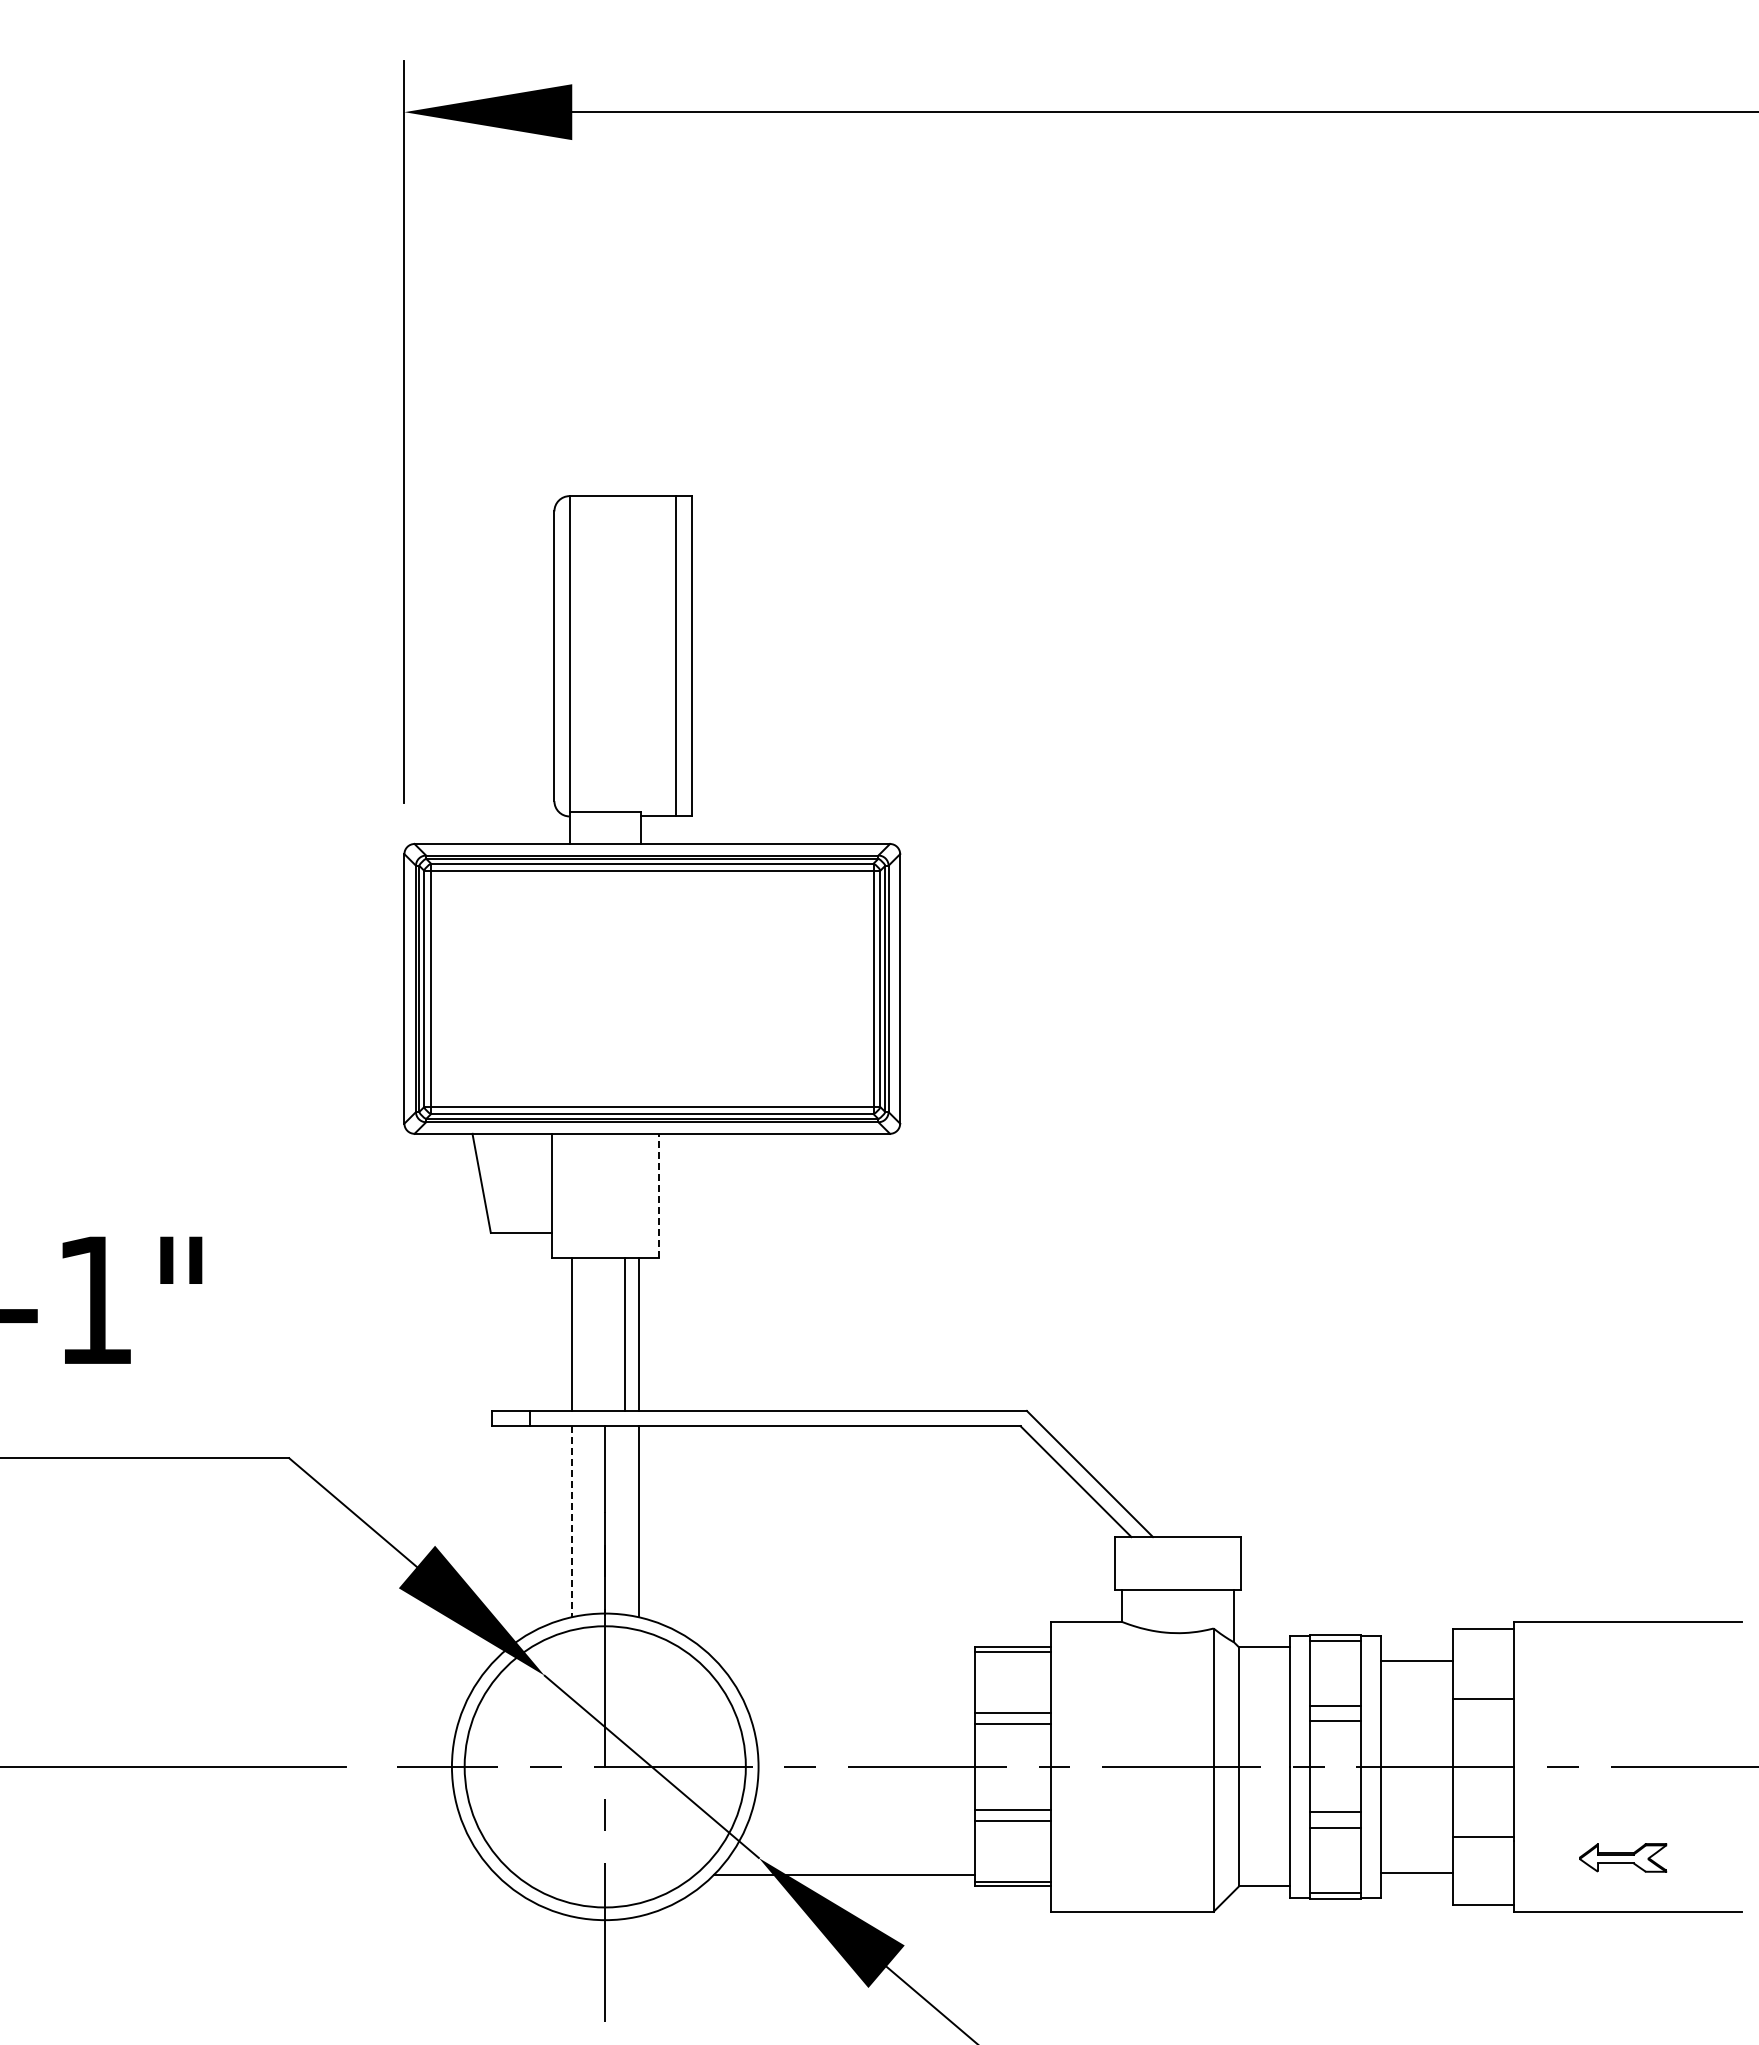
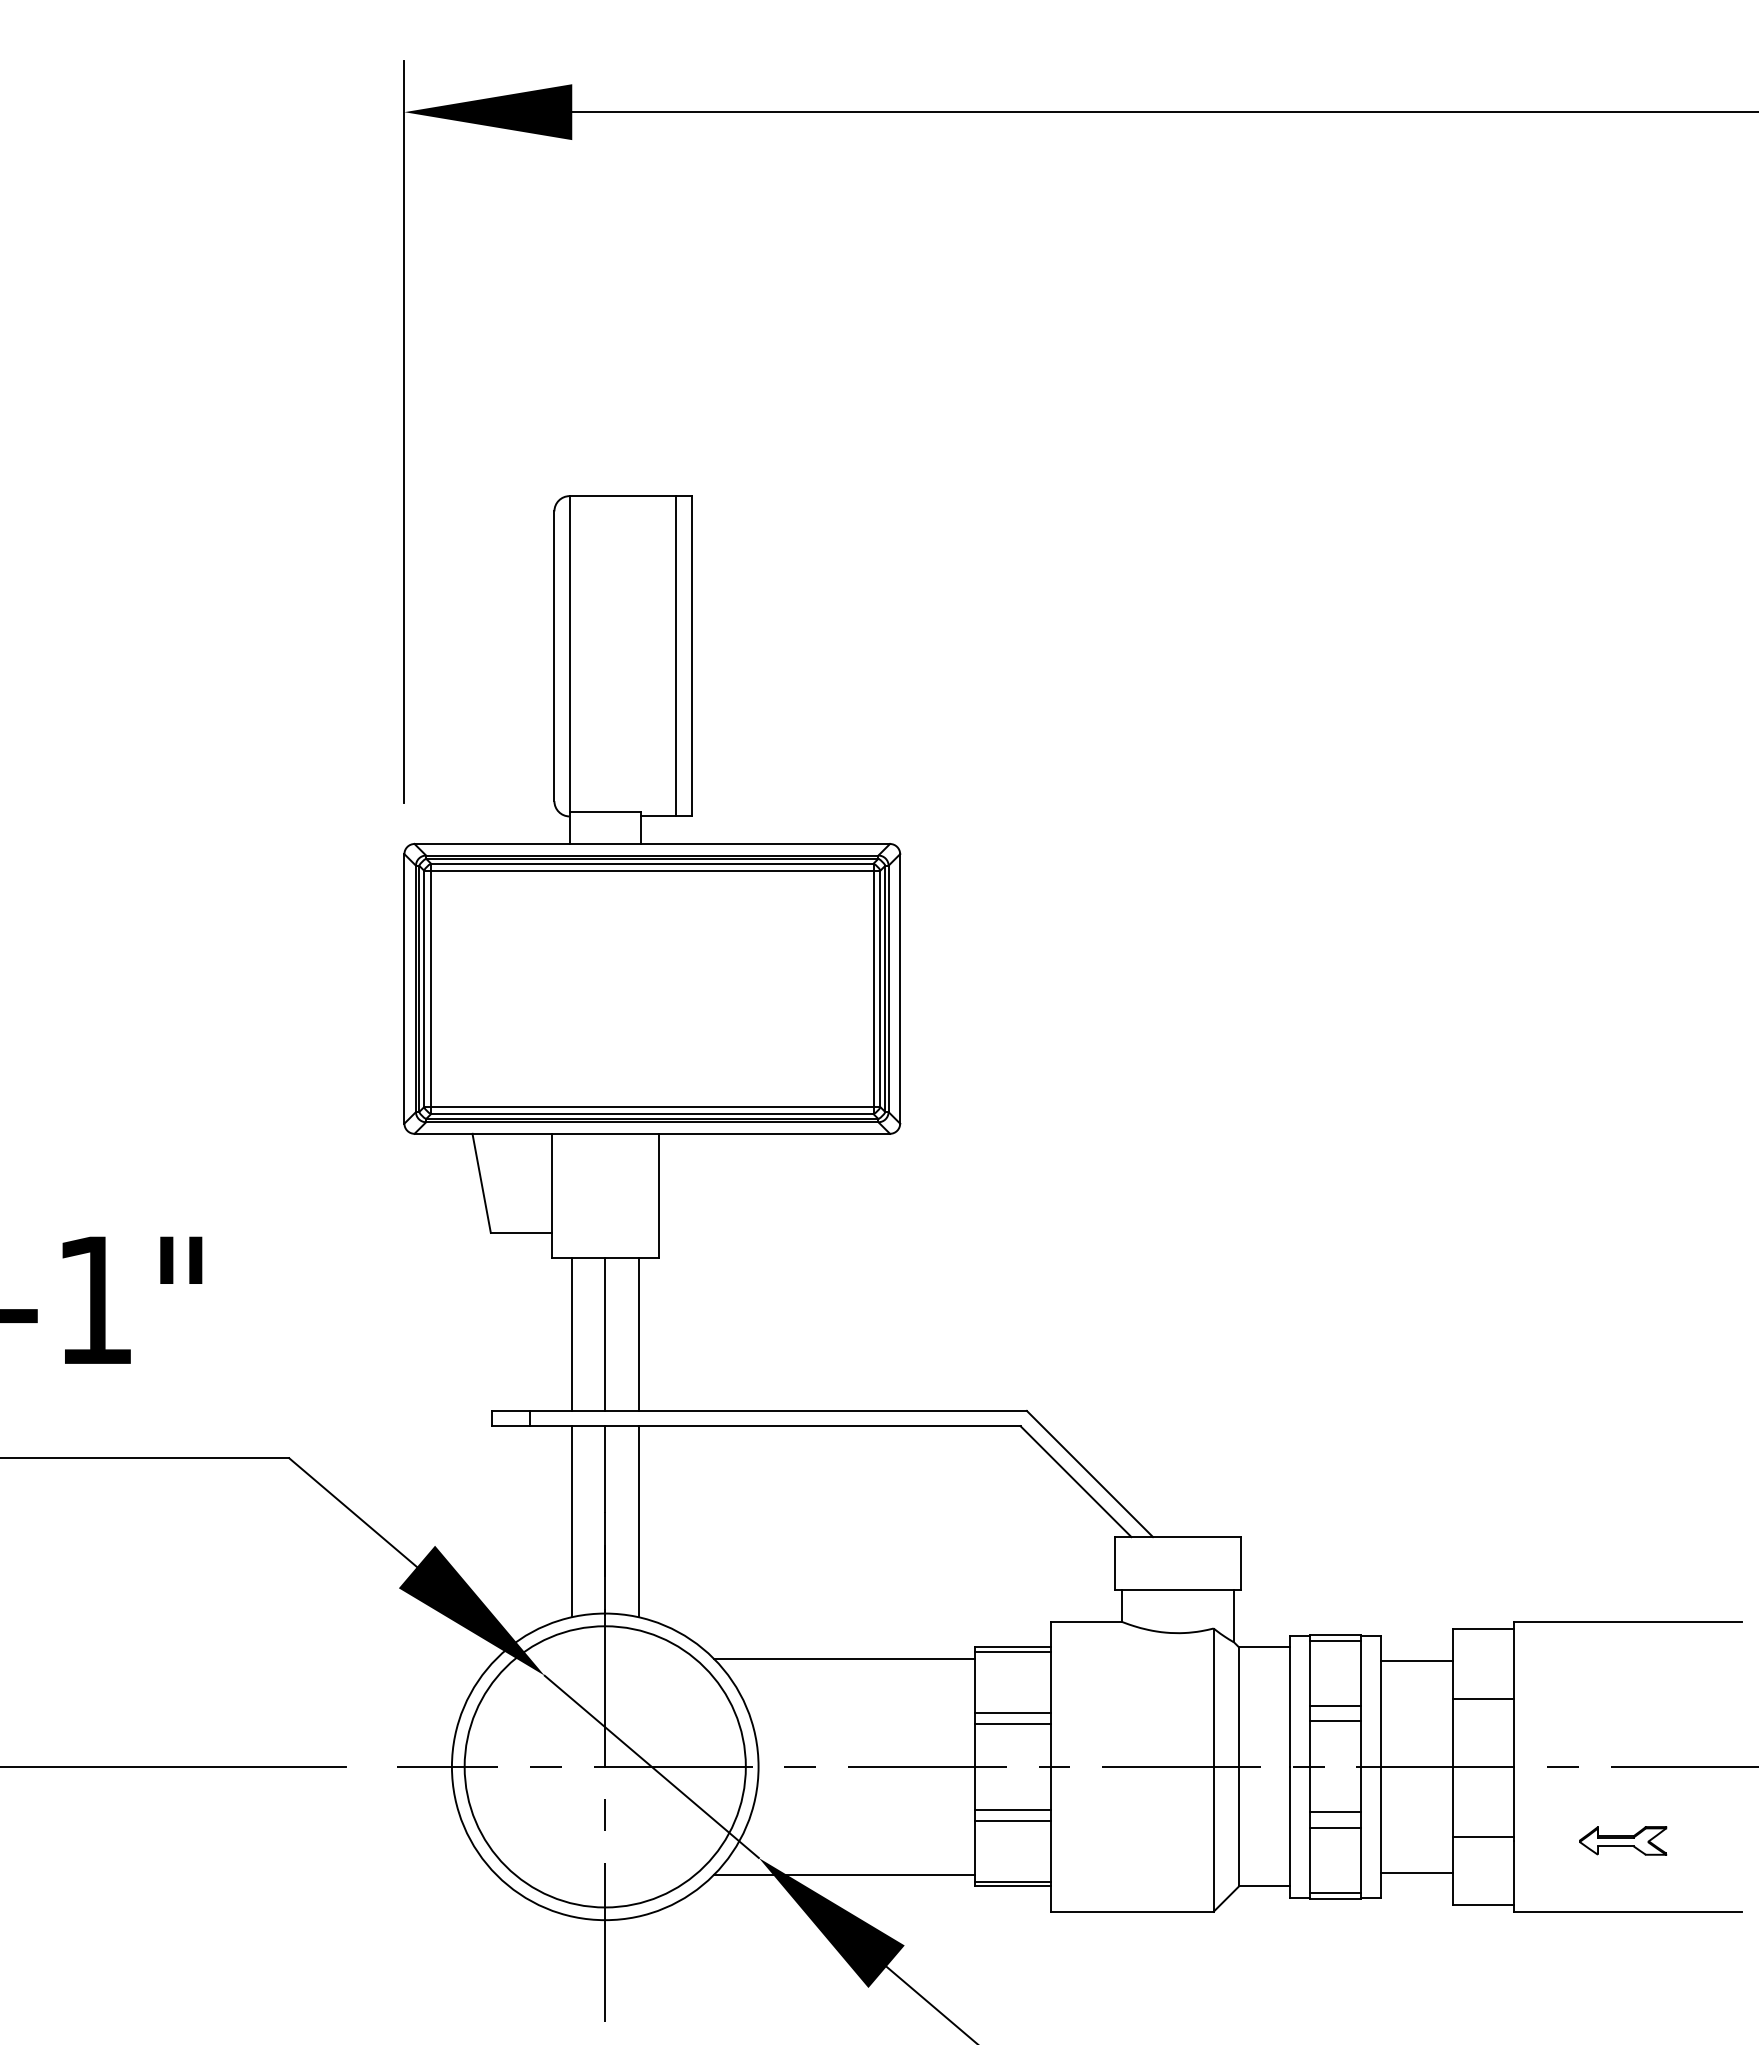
line at (658, 1195): dashed -> solid
line at (625, 1334) position: (625, 1334) -> (605, 1334)
line at (571, 1522): dashed -> solid
line at (844, 1659): none -> present
part at (1623, 1857) position: (1623, 1857) -> (1623, 1840)
